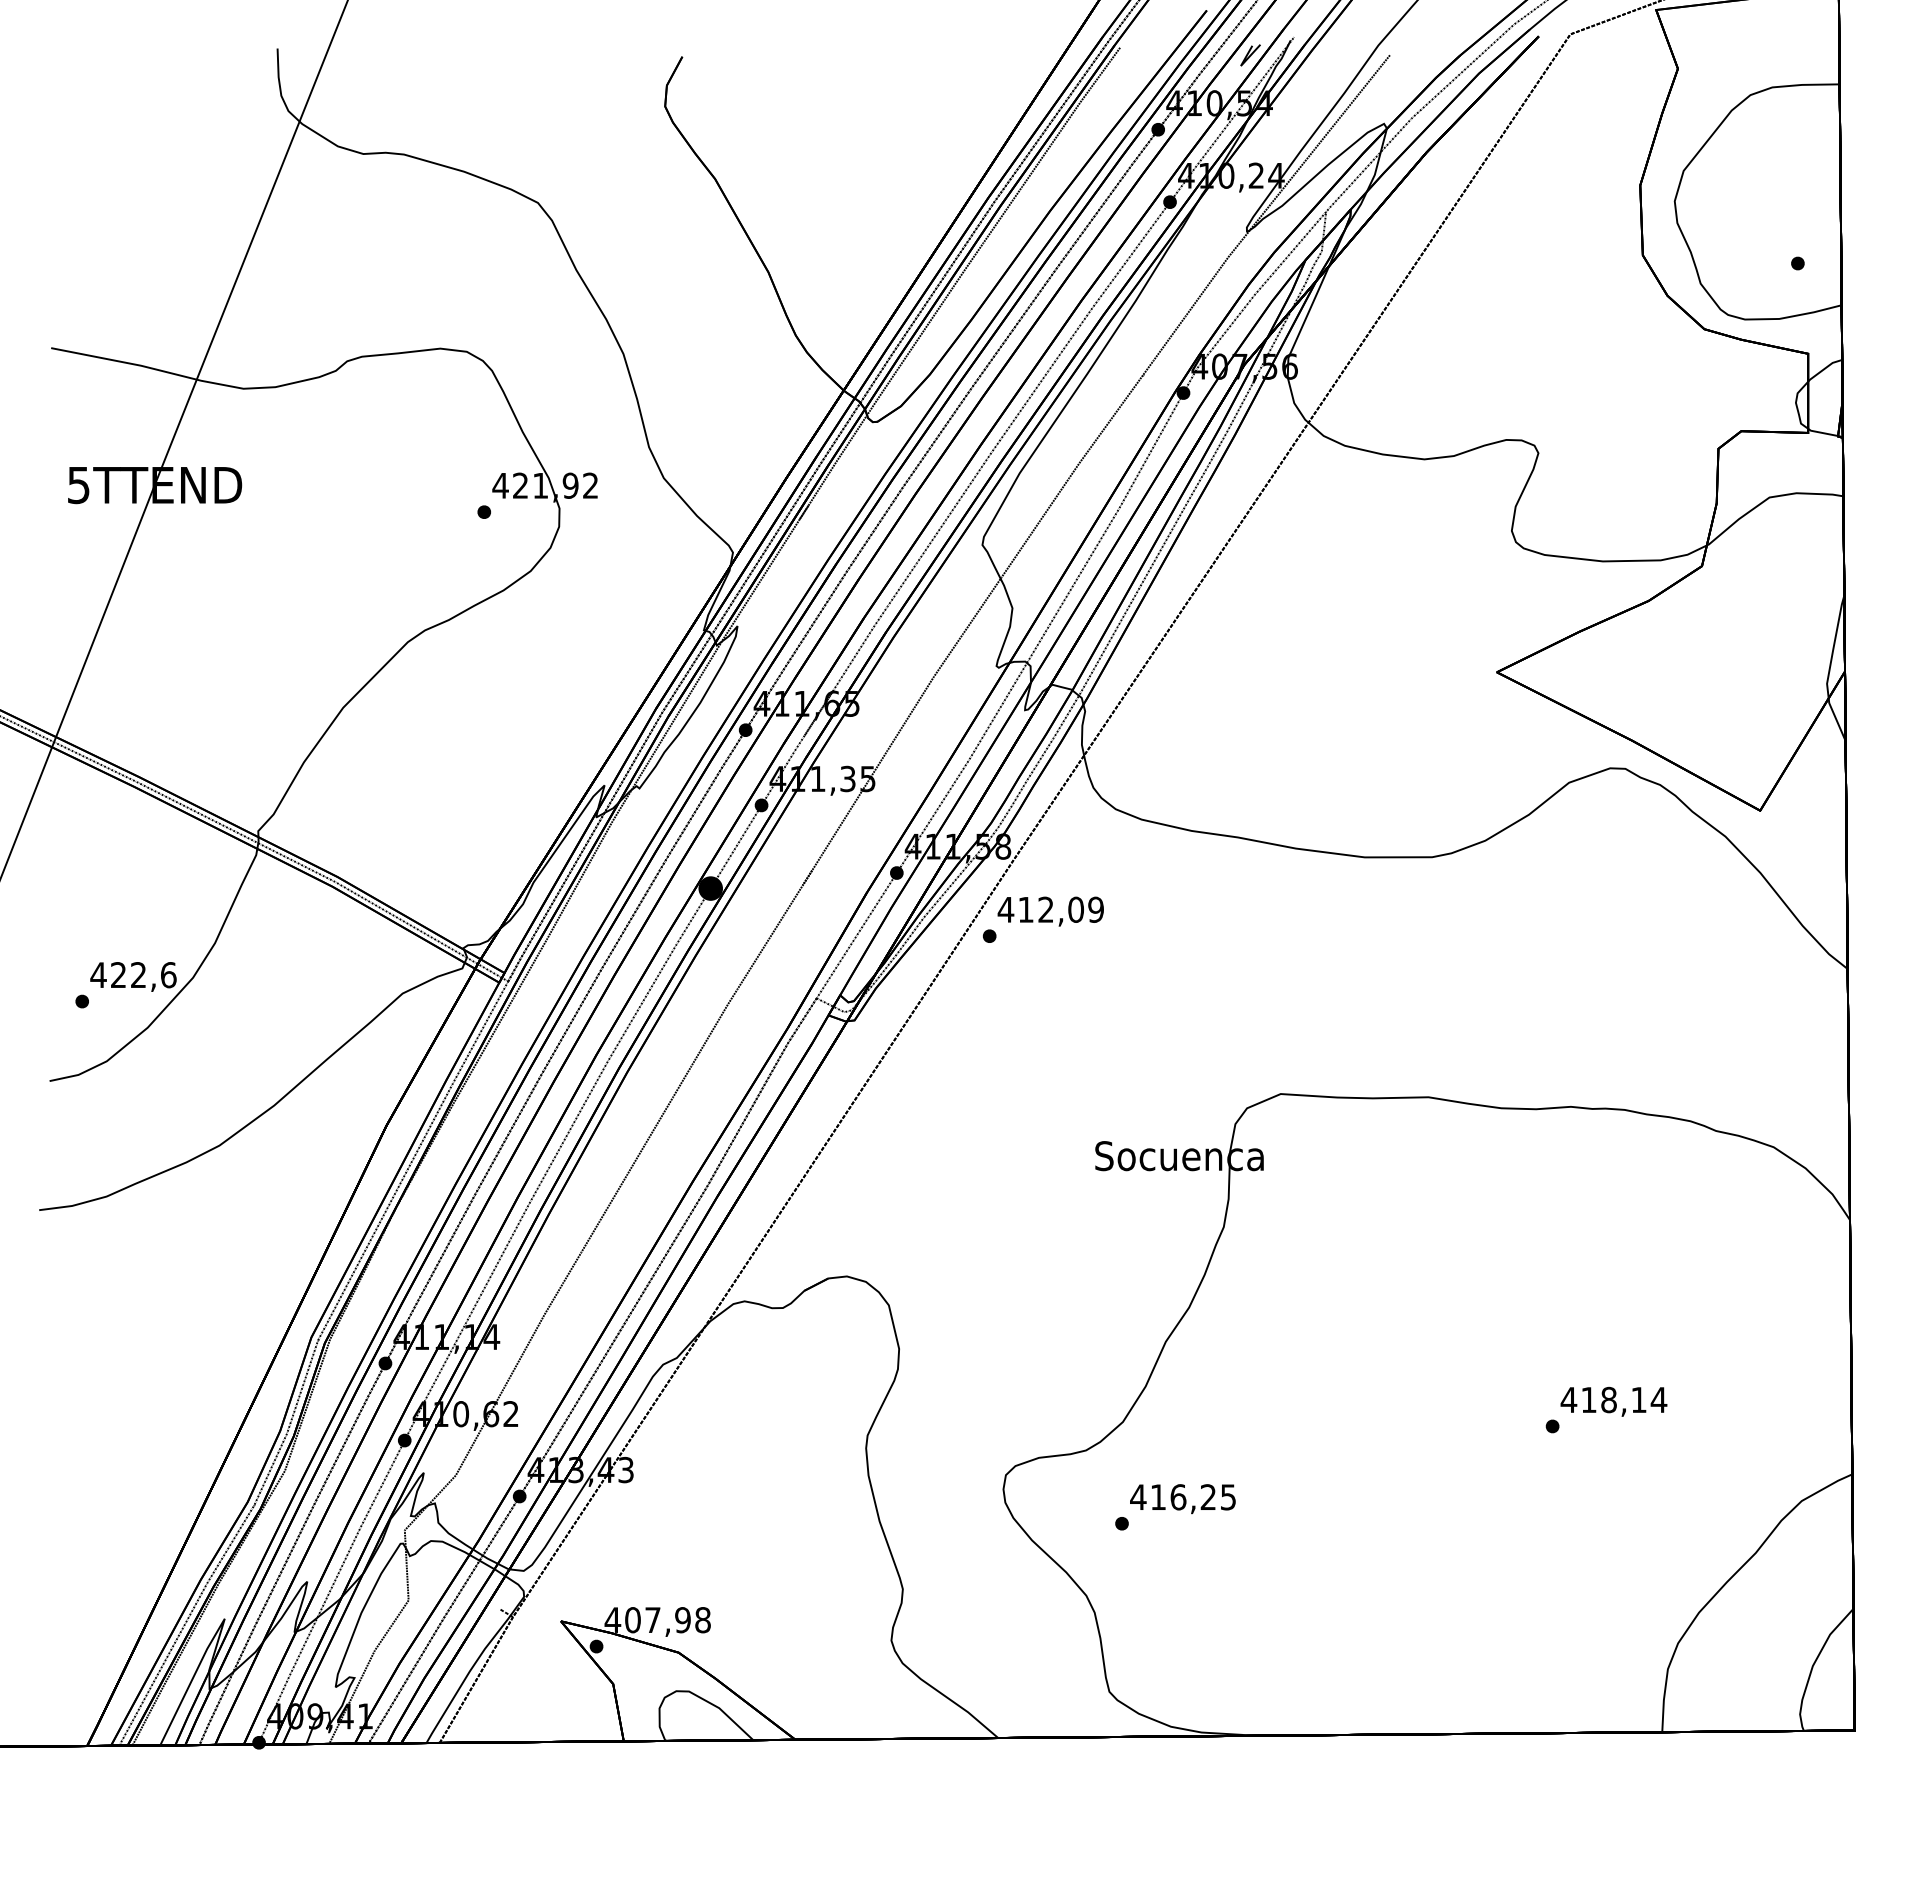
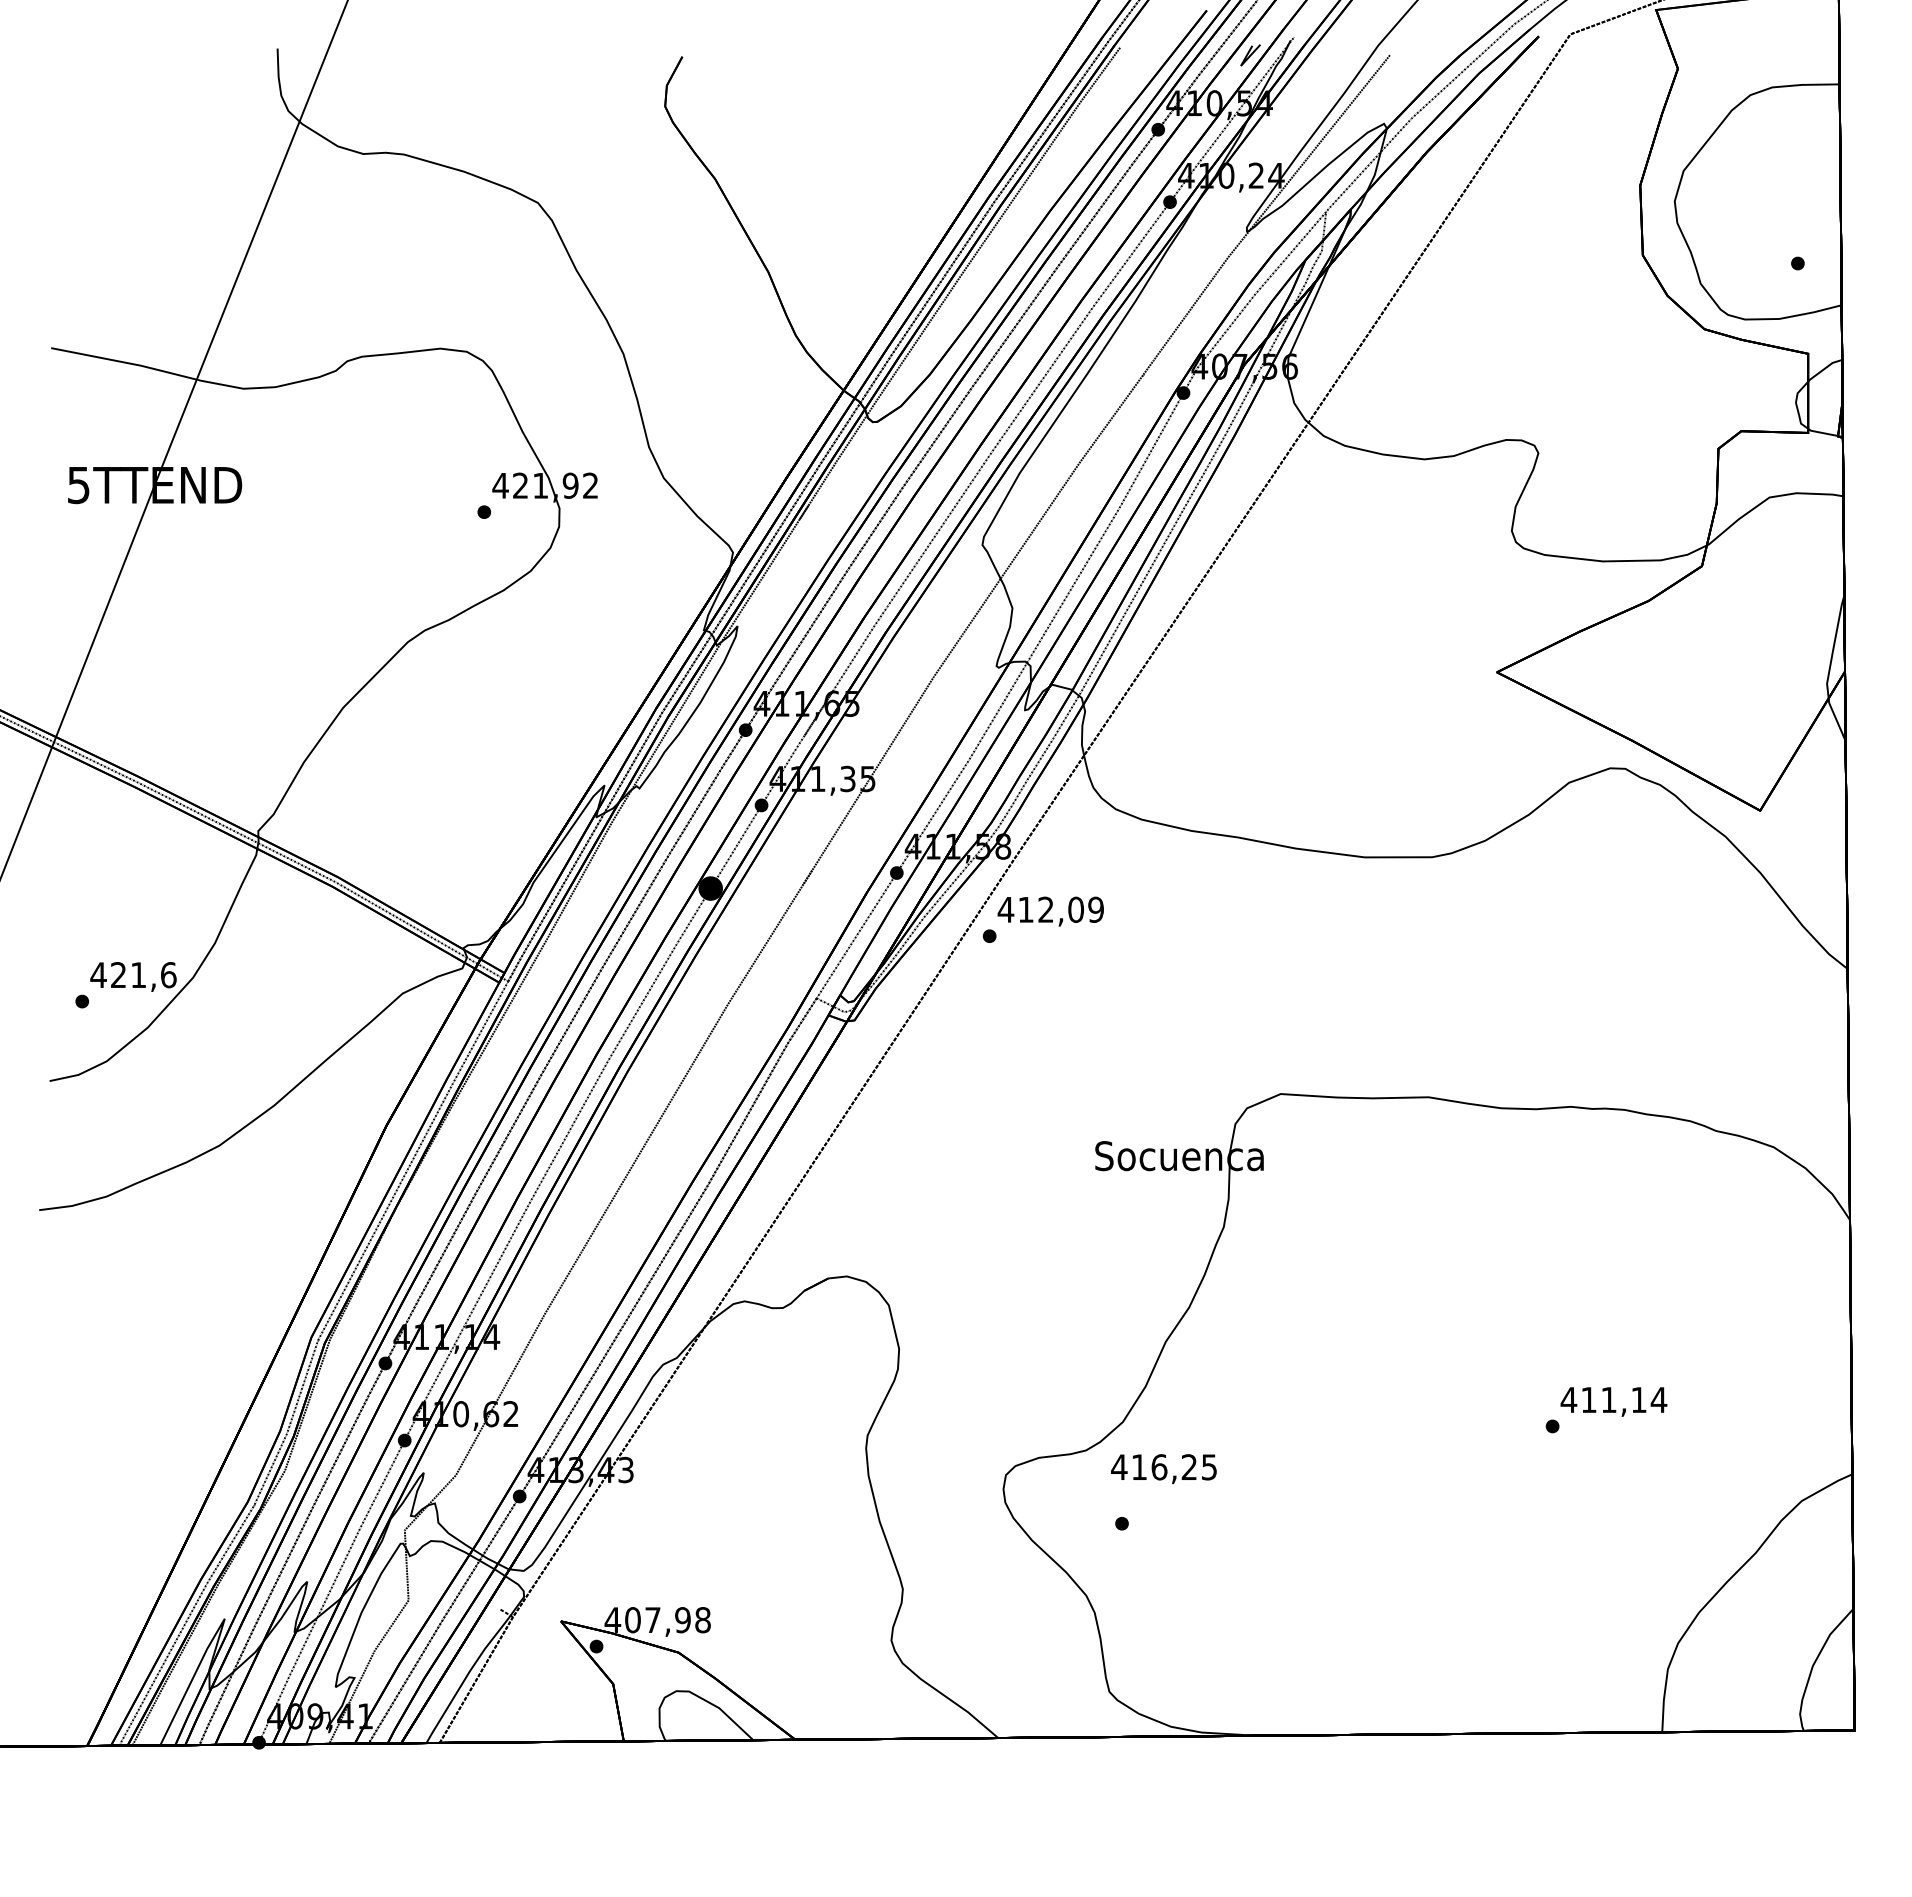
text at (138, 974): 422,6 -> 421,6
text at (1608, 1399): 418,14 -> 411,14
text at (1182, 1499) position: (1182, 1499) -> (1163, 1469)
